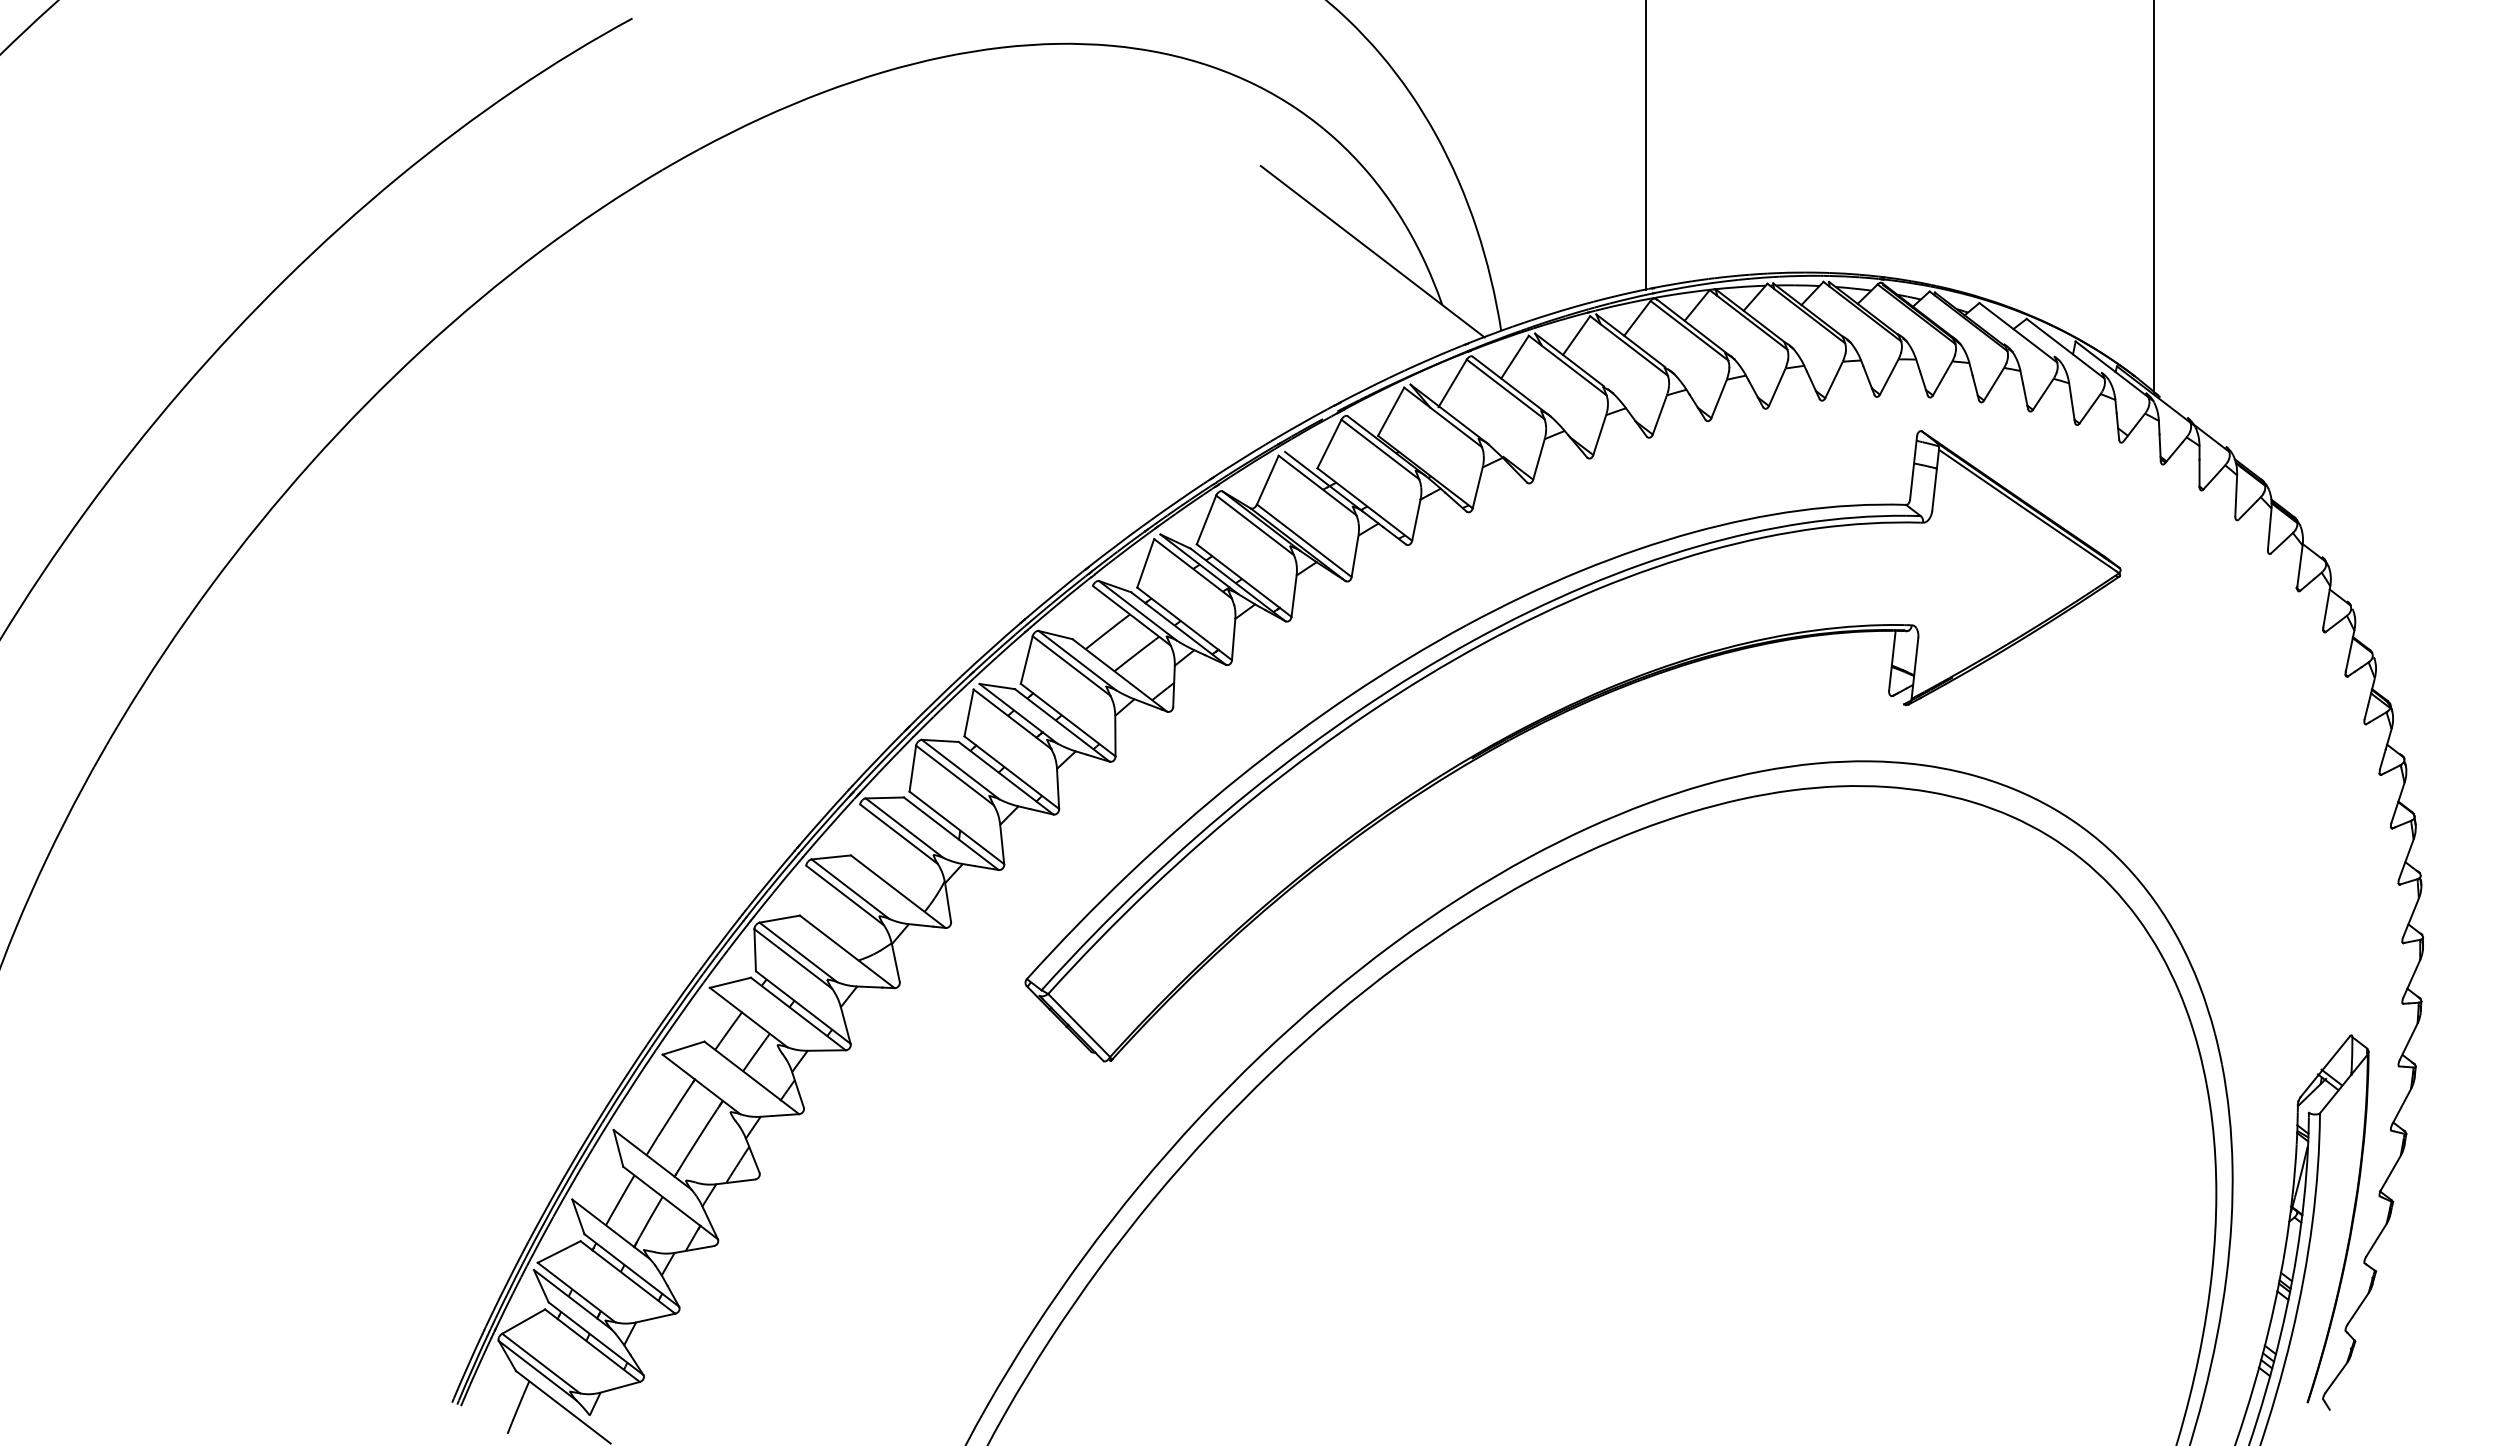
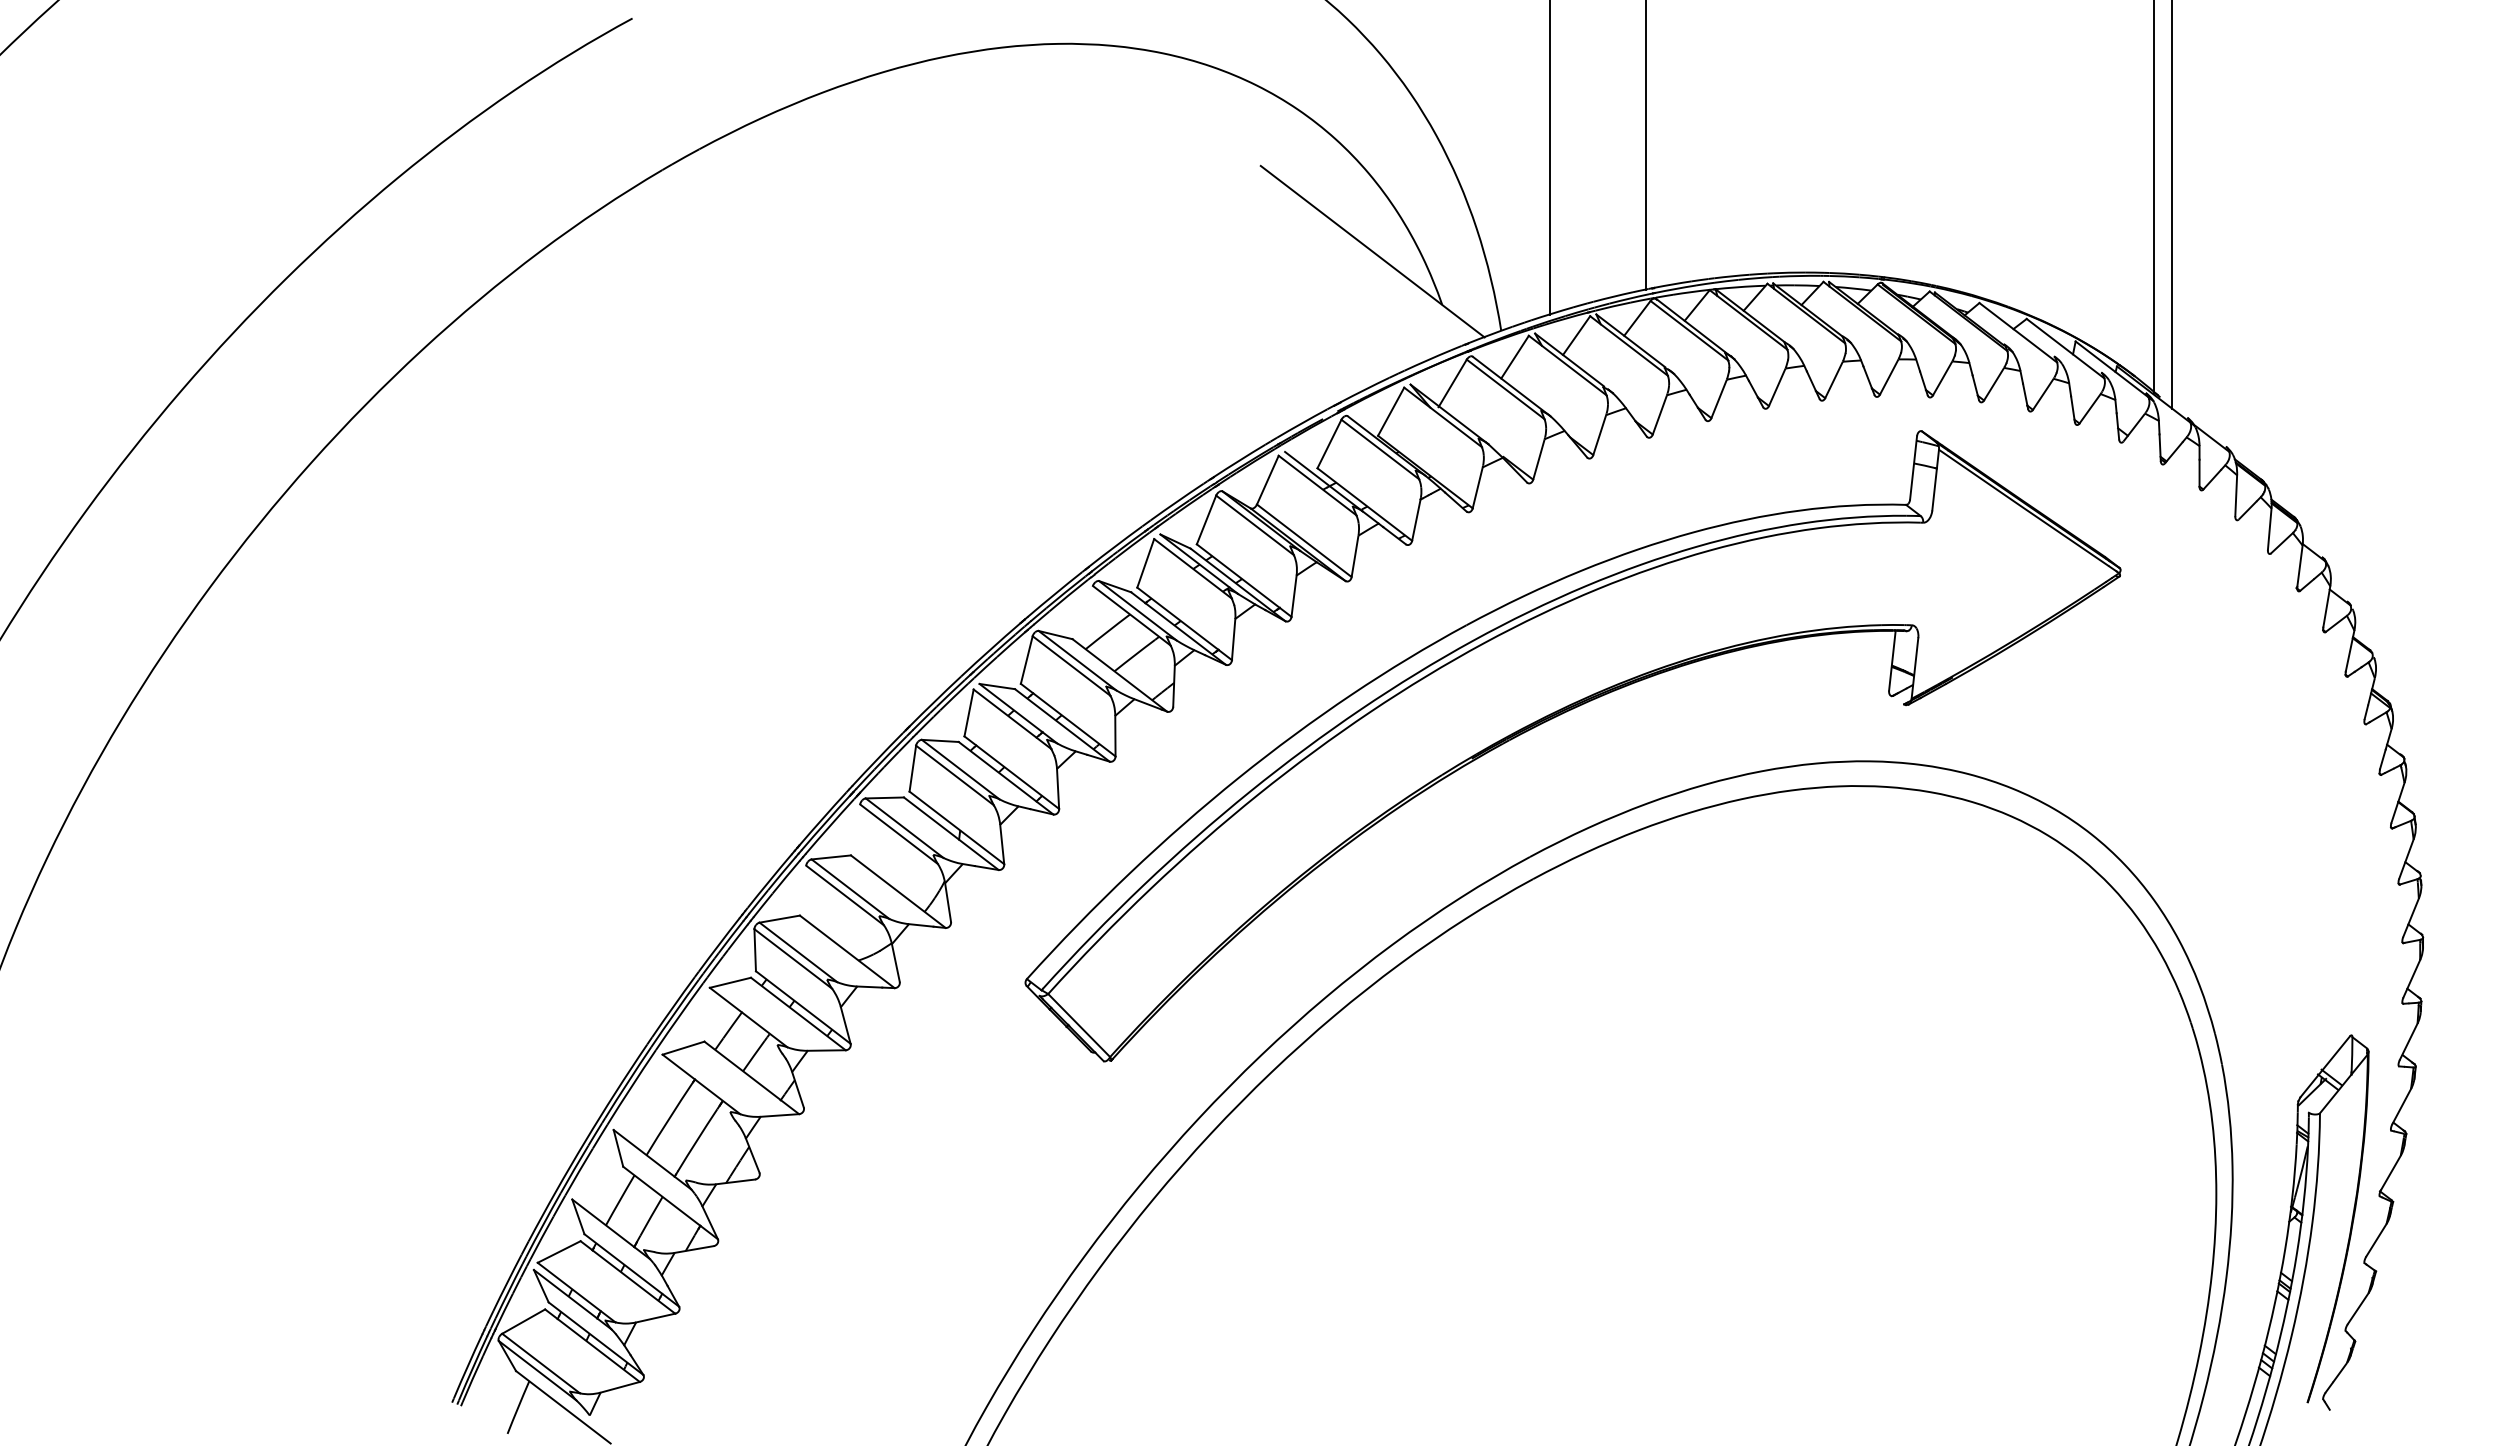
line at (1550, 158): none -> present
line at (2172, 205): none -> present
